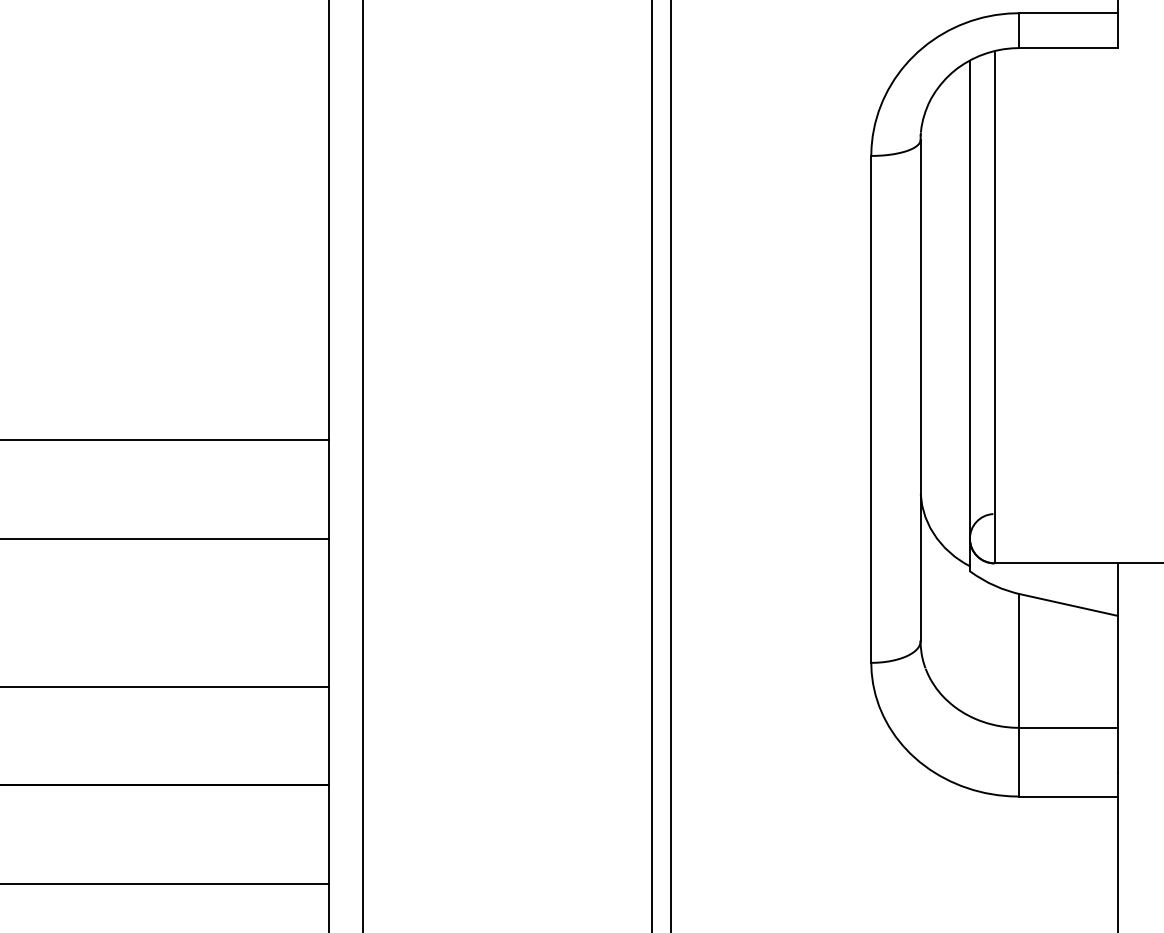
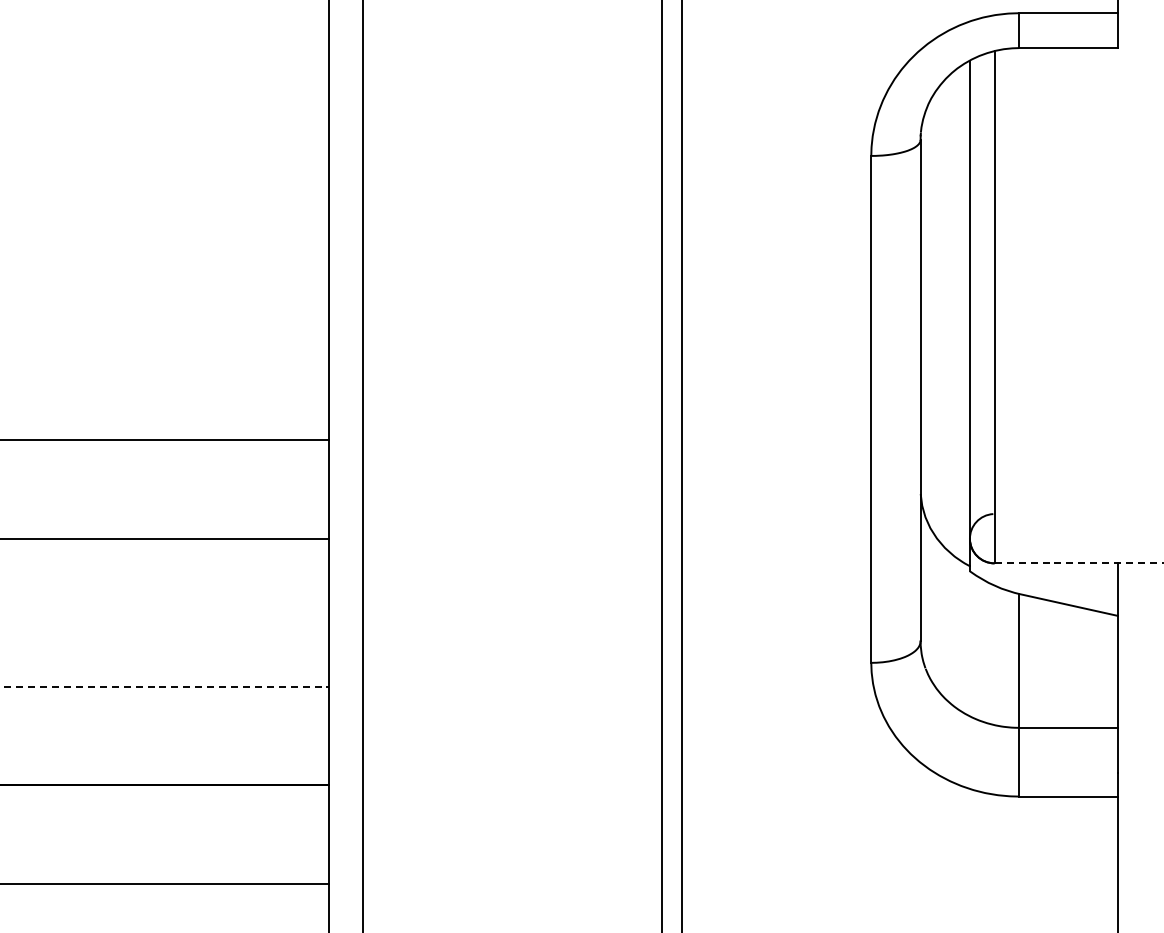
line at (652, 465) position: (652, 465) -> (662, 465)
line at (671, 465) position: (671, 465) -> (682, 465)
line at (1078, 563): solid -> dashed
line at (164, 686): solid -> dashed
